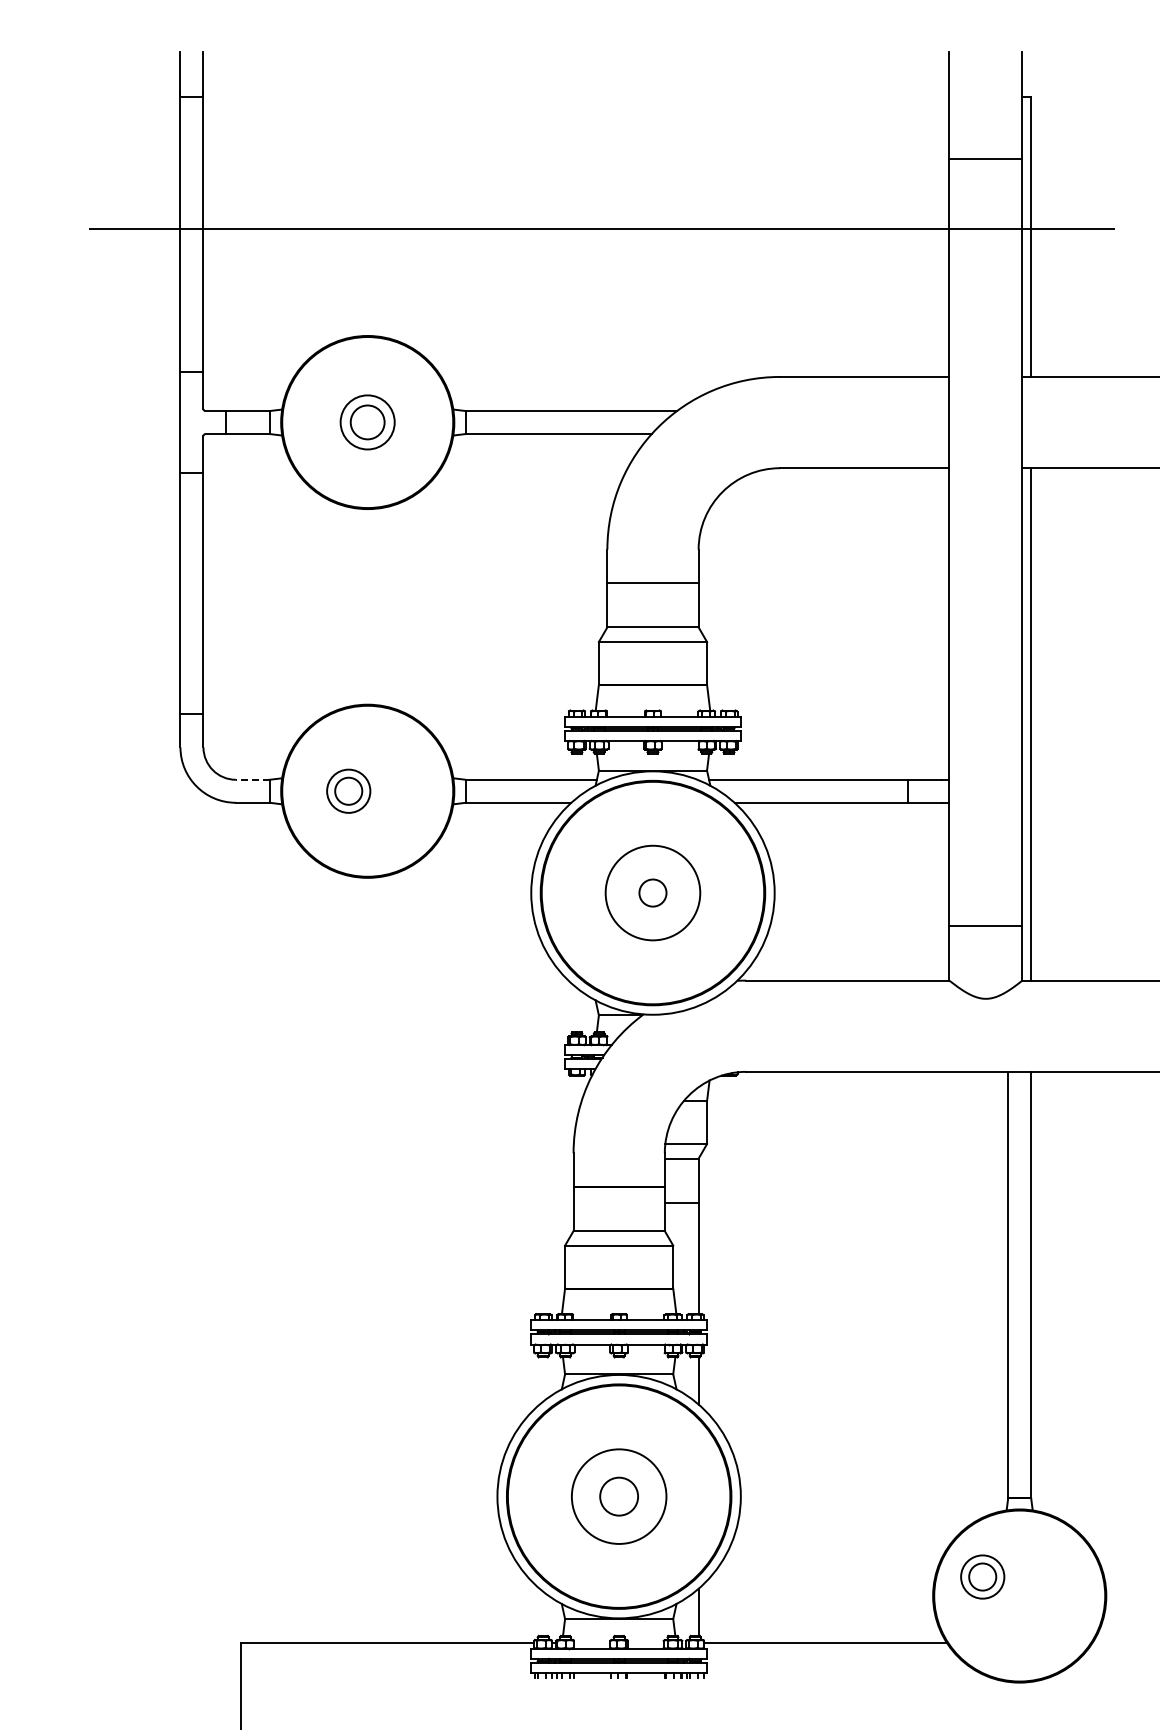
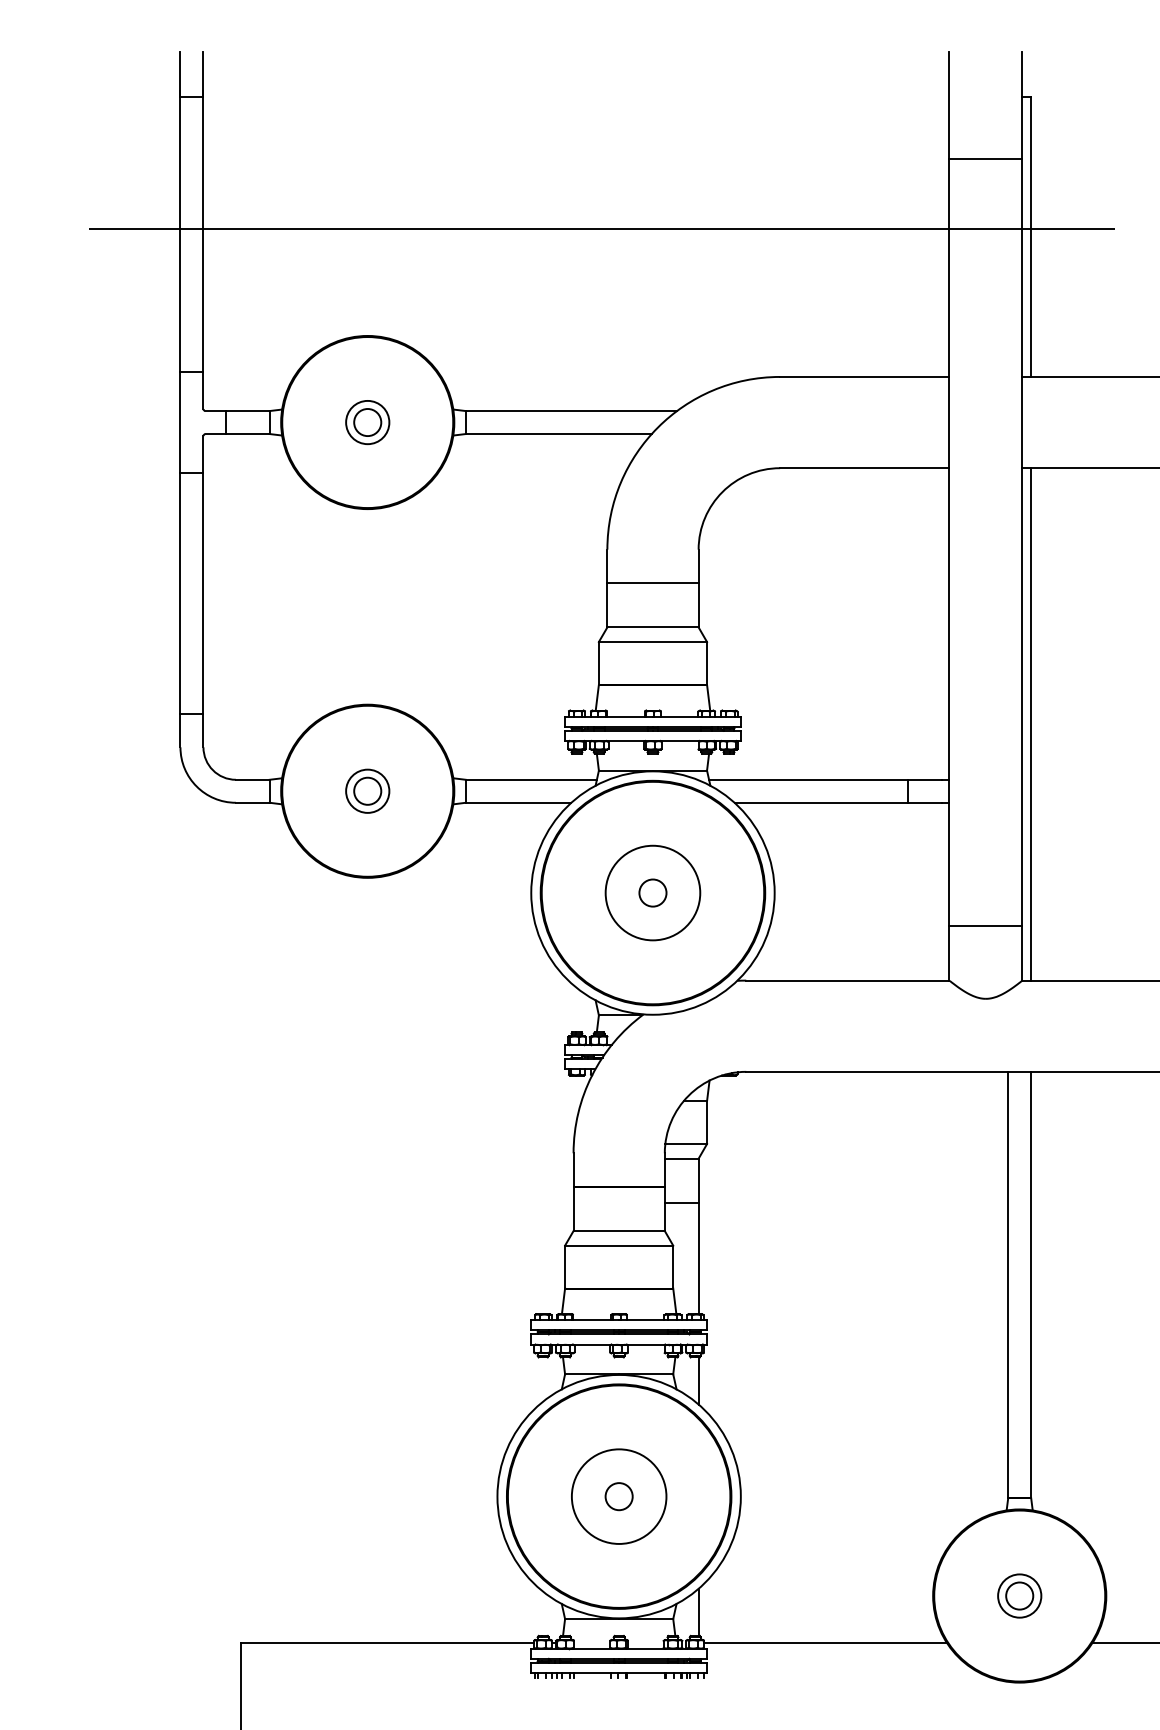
part at (367, 422) size: 57x57 px -> 46x46 px
line at (252, 779): dashed -> solid
part at (348, 790) position: (348, 790) -> (367, 790)
circle at (619, 1496) diameter: 38 px -> 27 px
part at (982, 1576) position: (982, 1576) -> (1019, 1595)
line at (1124, 1642): none -> present
